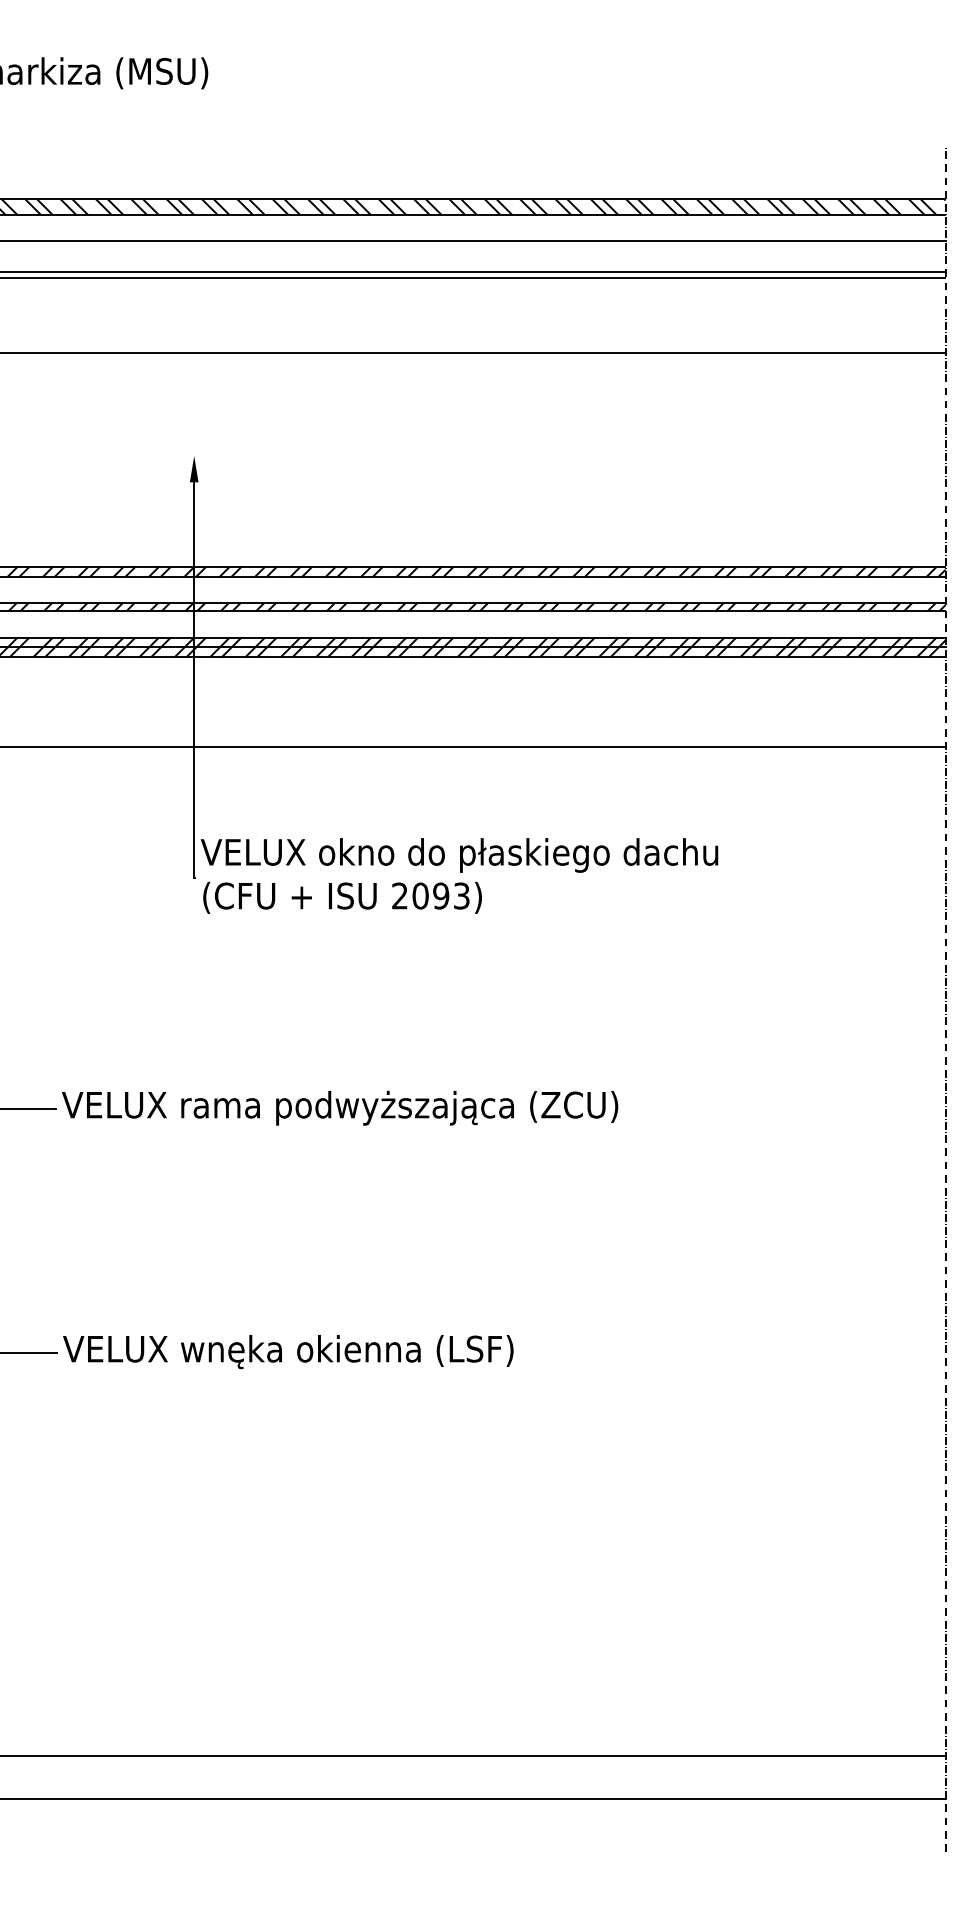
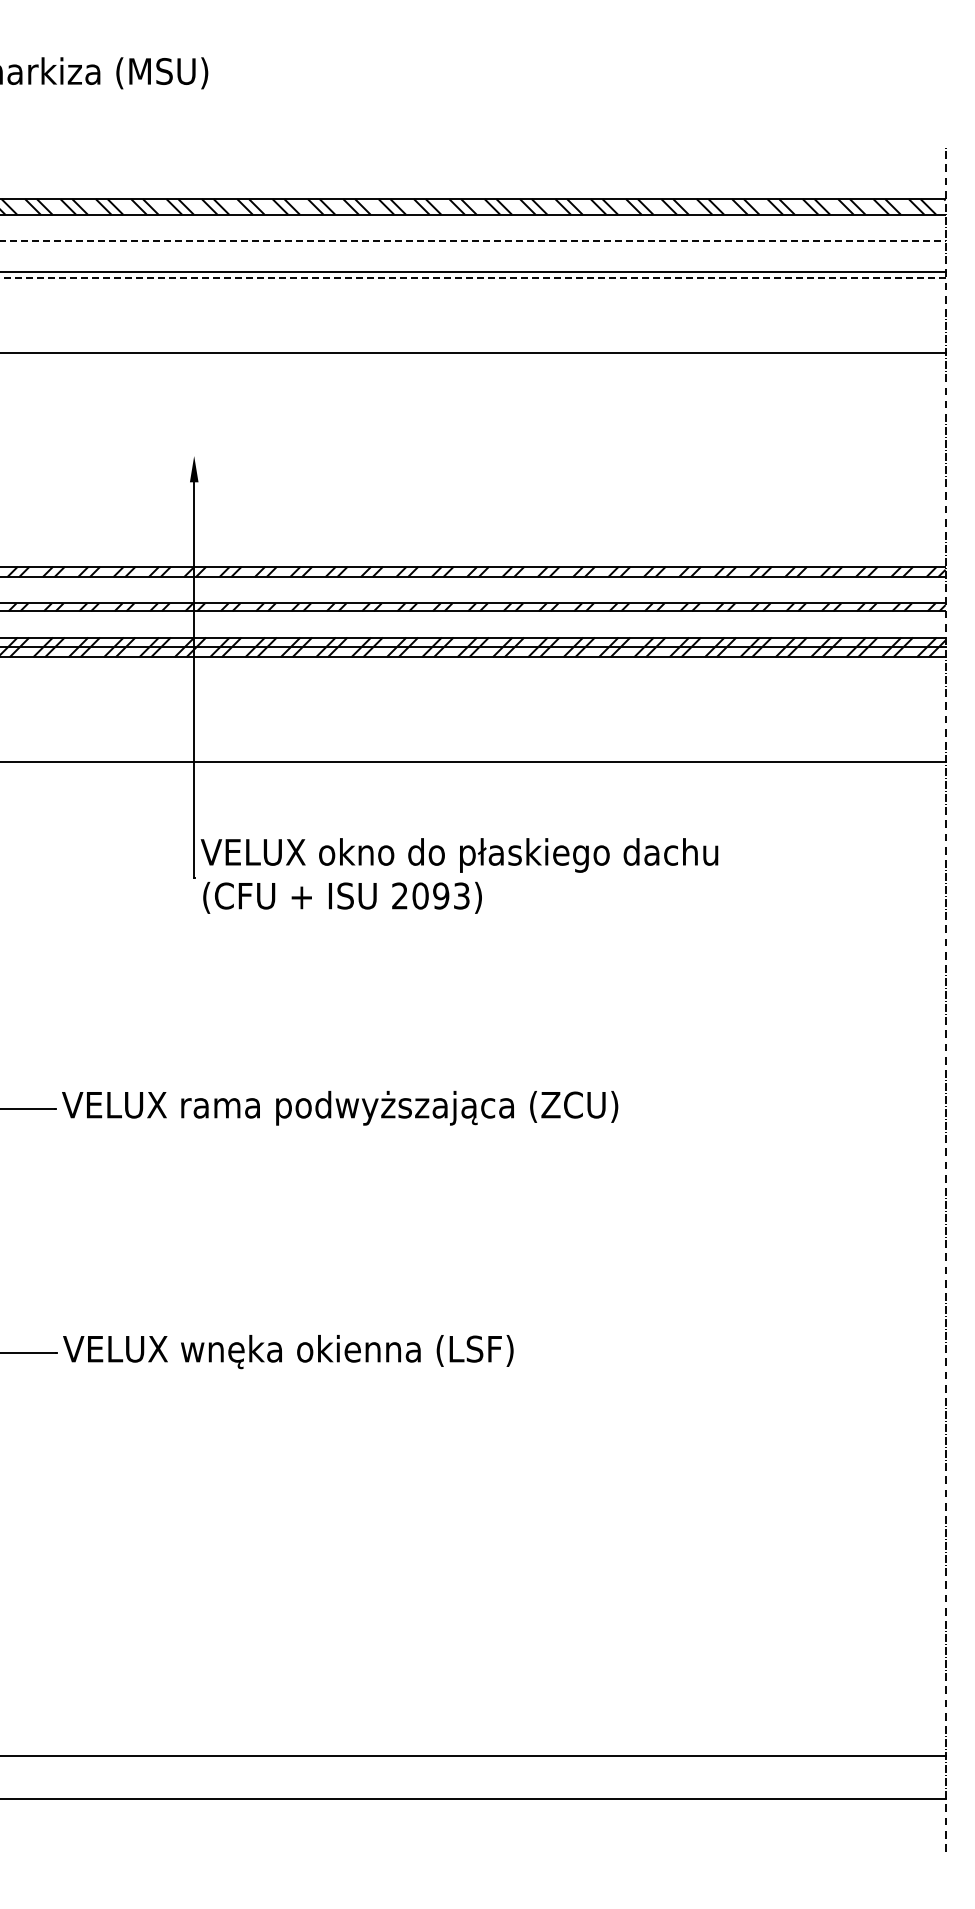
line at (472, 240): solid -> dashed
line at (472, 278): solid -> dashed
line at (473, 747) position: (473, 747) -> (473, 762)
